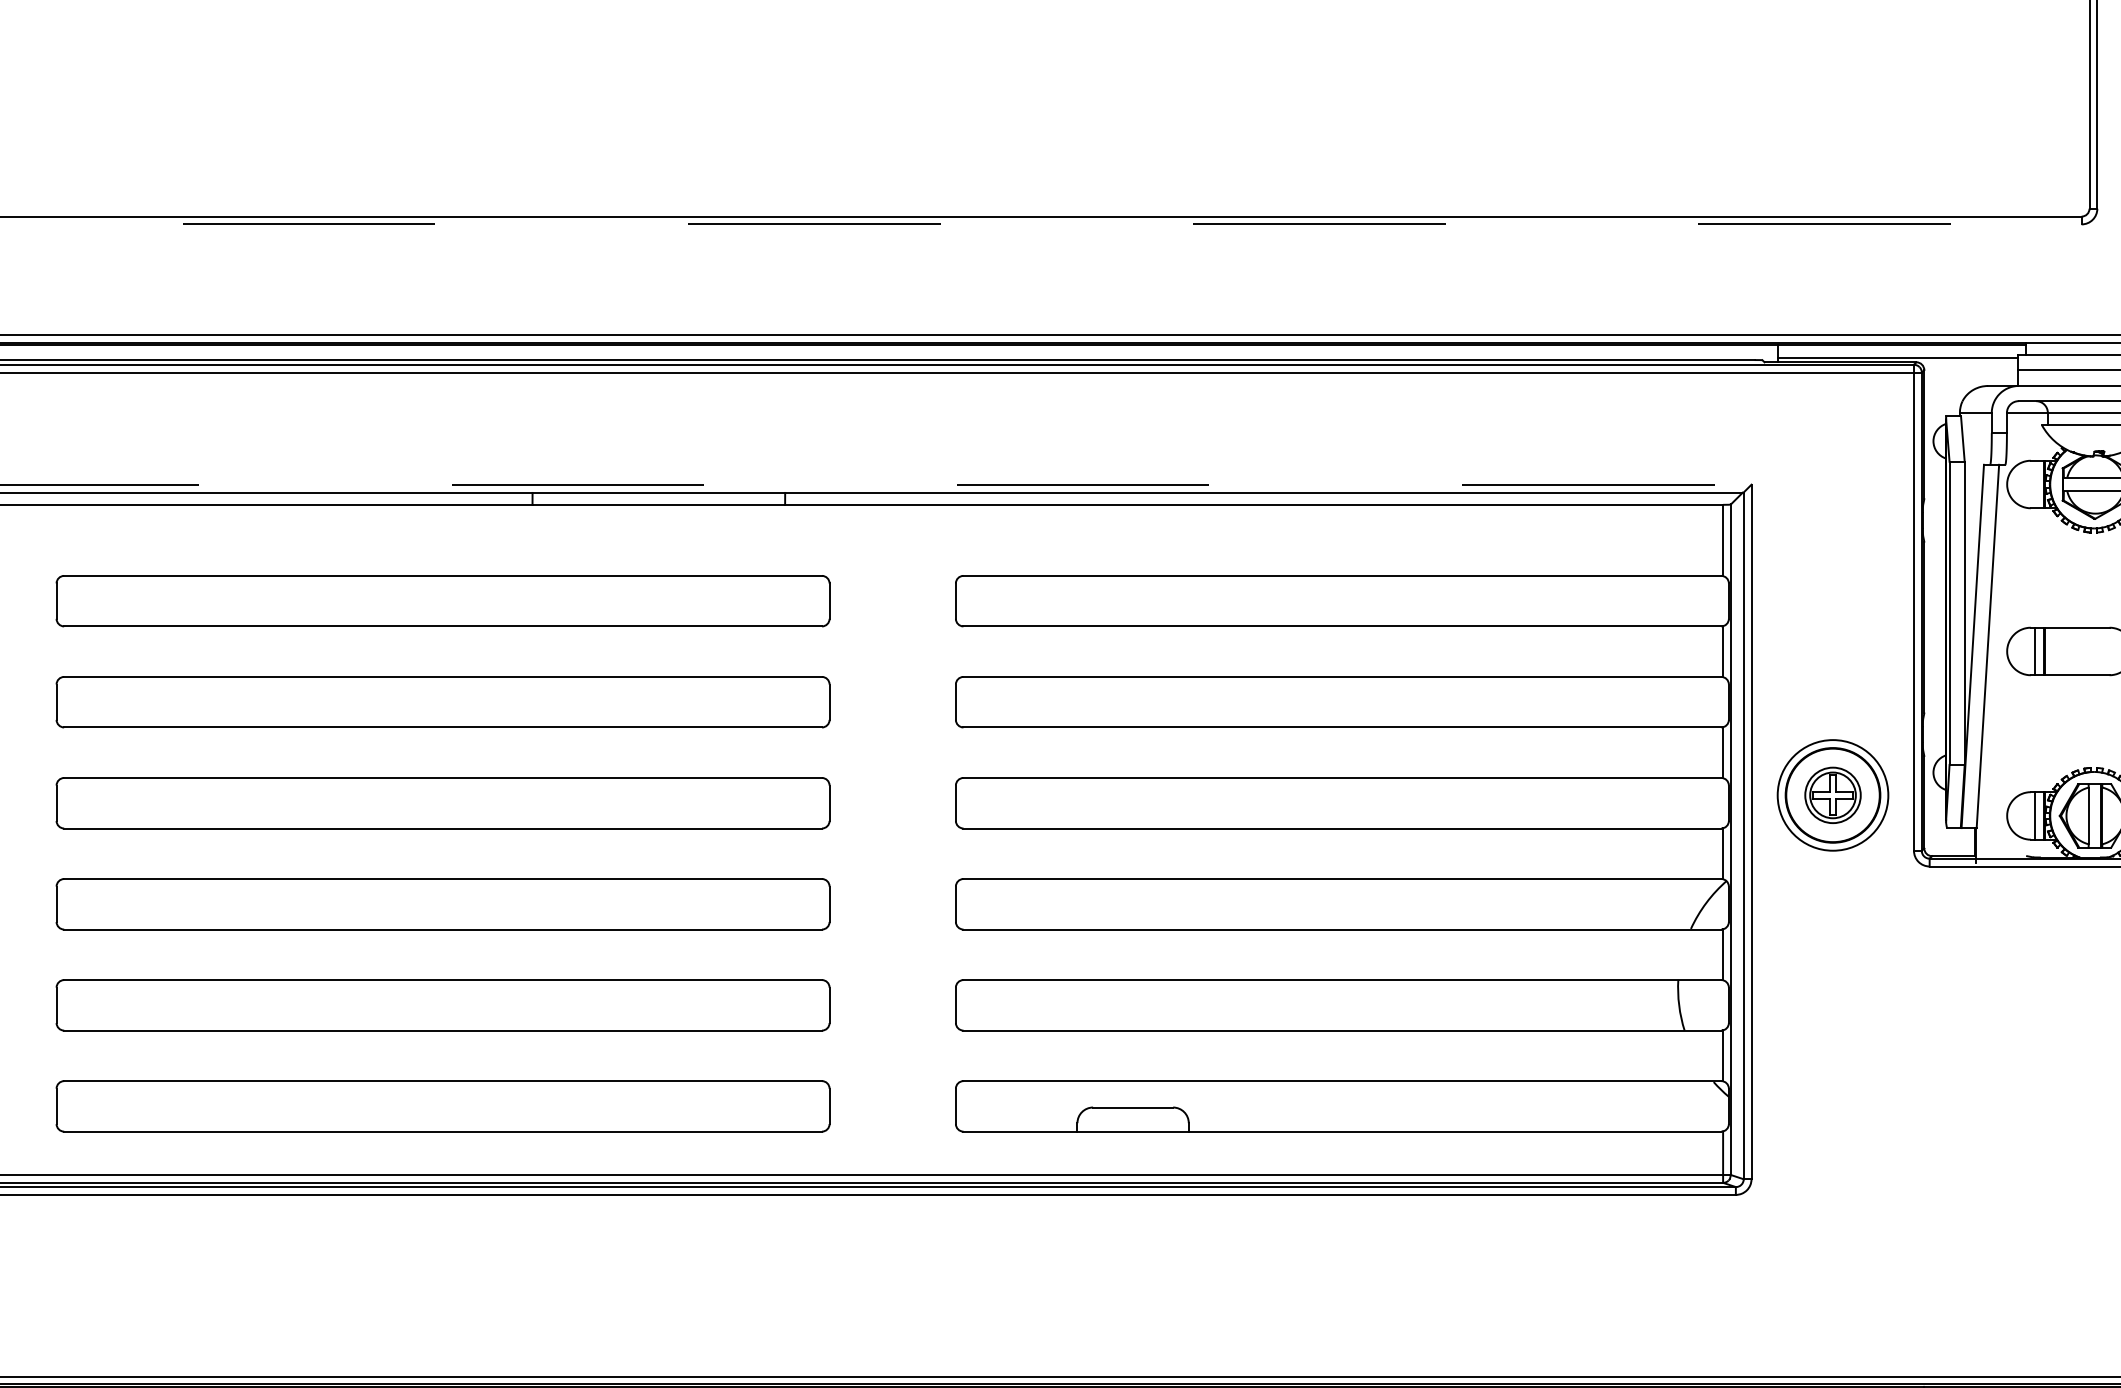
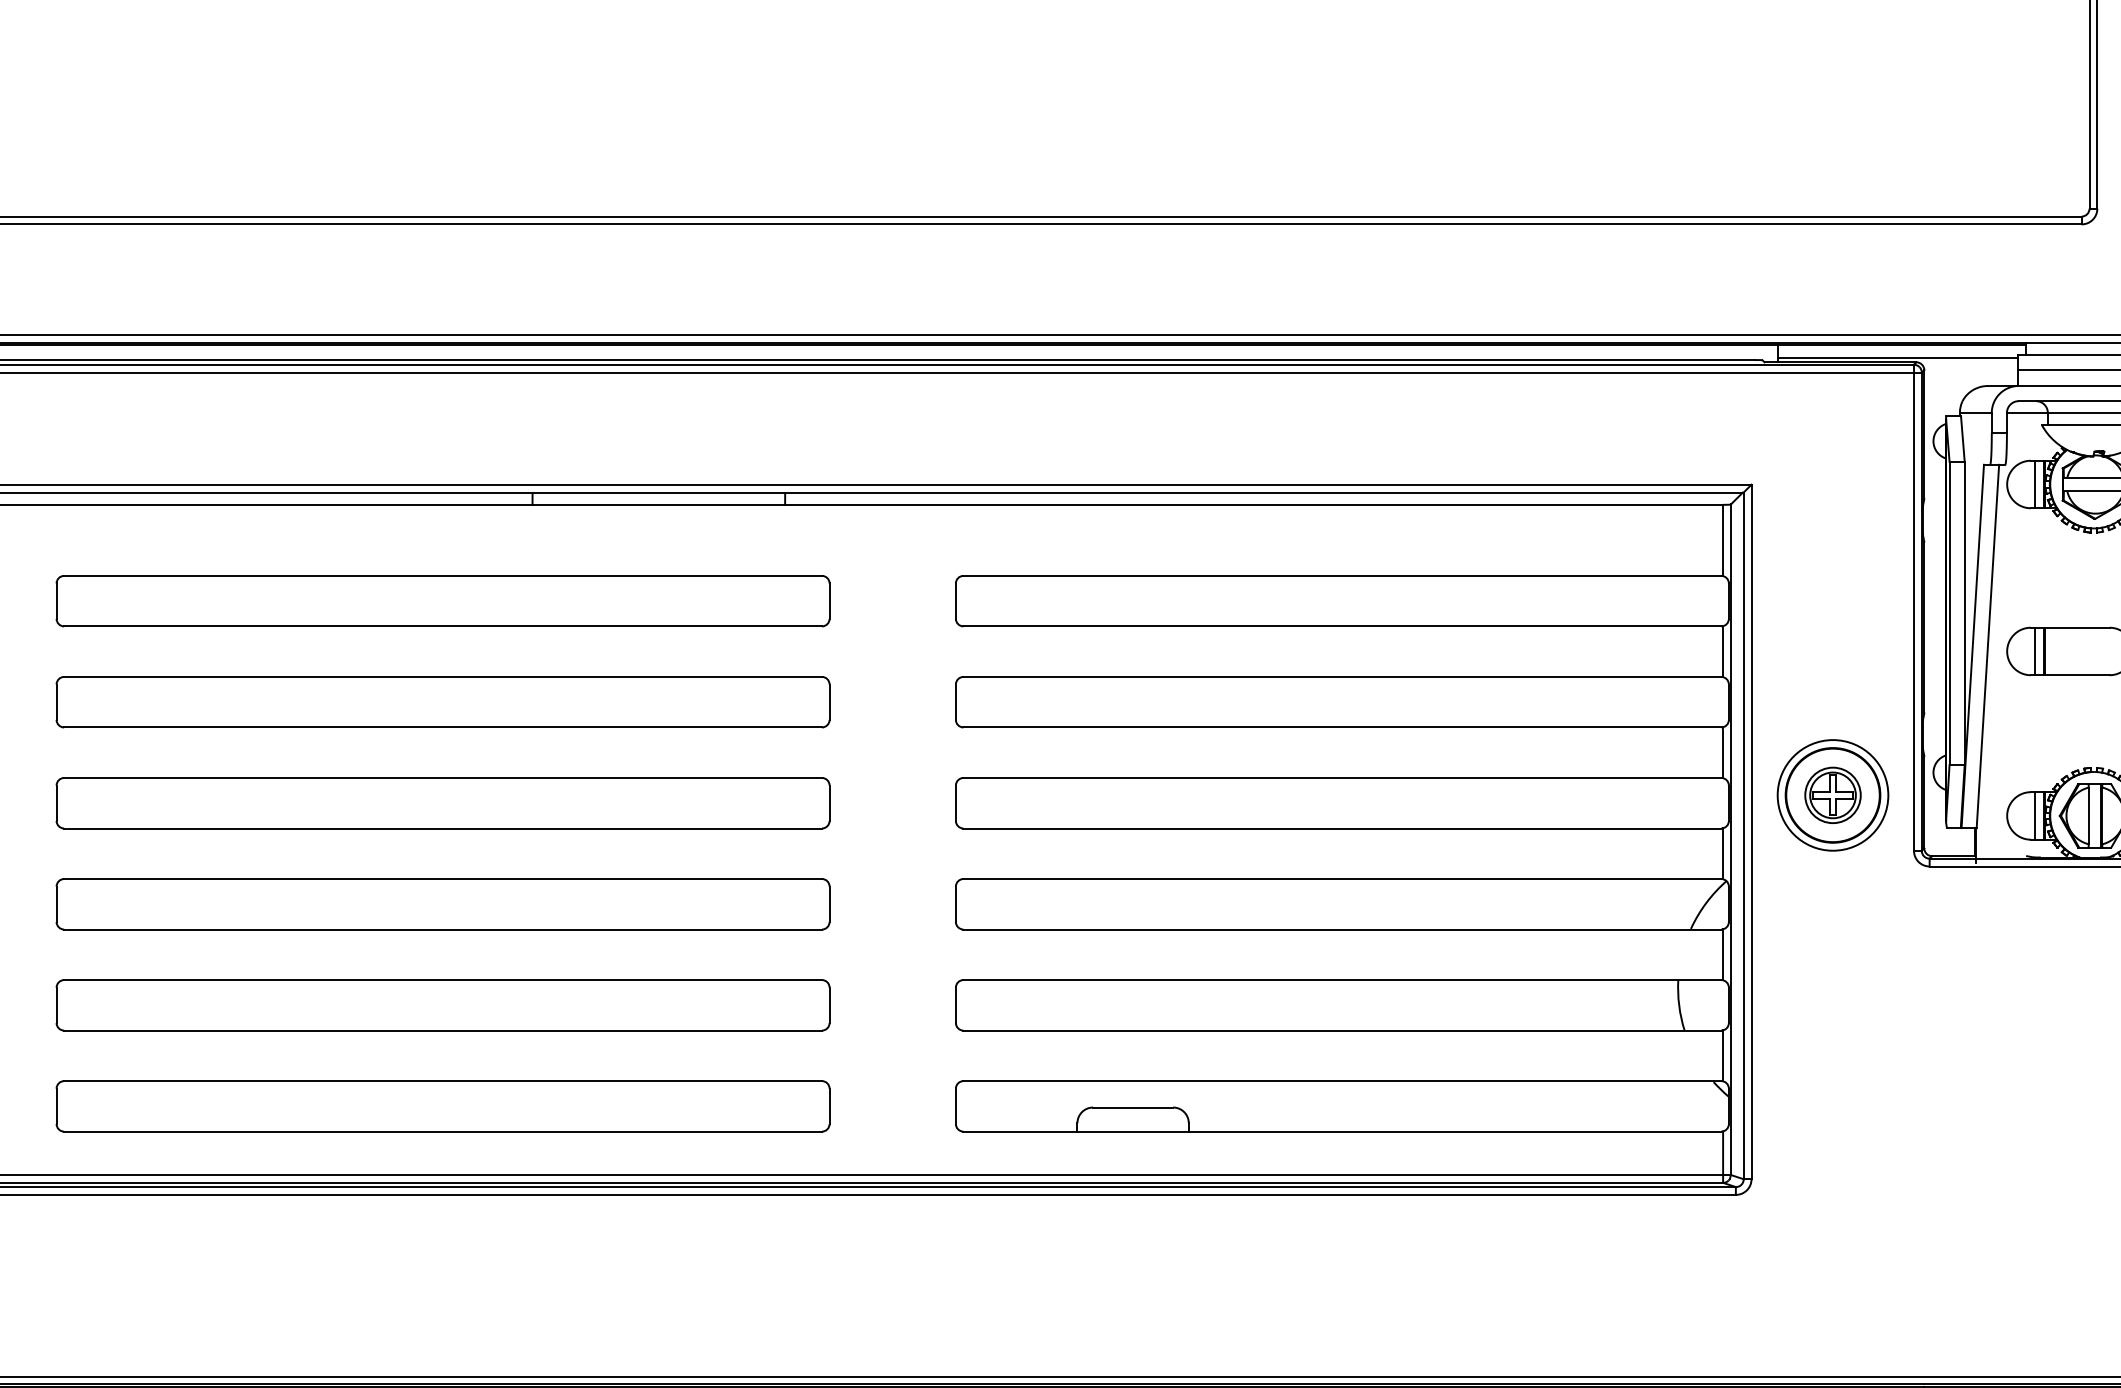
line at (1040, 224): dashed -> solid
line at (876, 484): dashed -> solid
line at (2035, 484): none -> present
